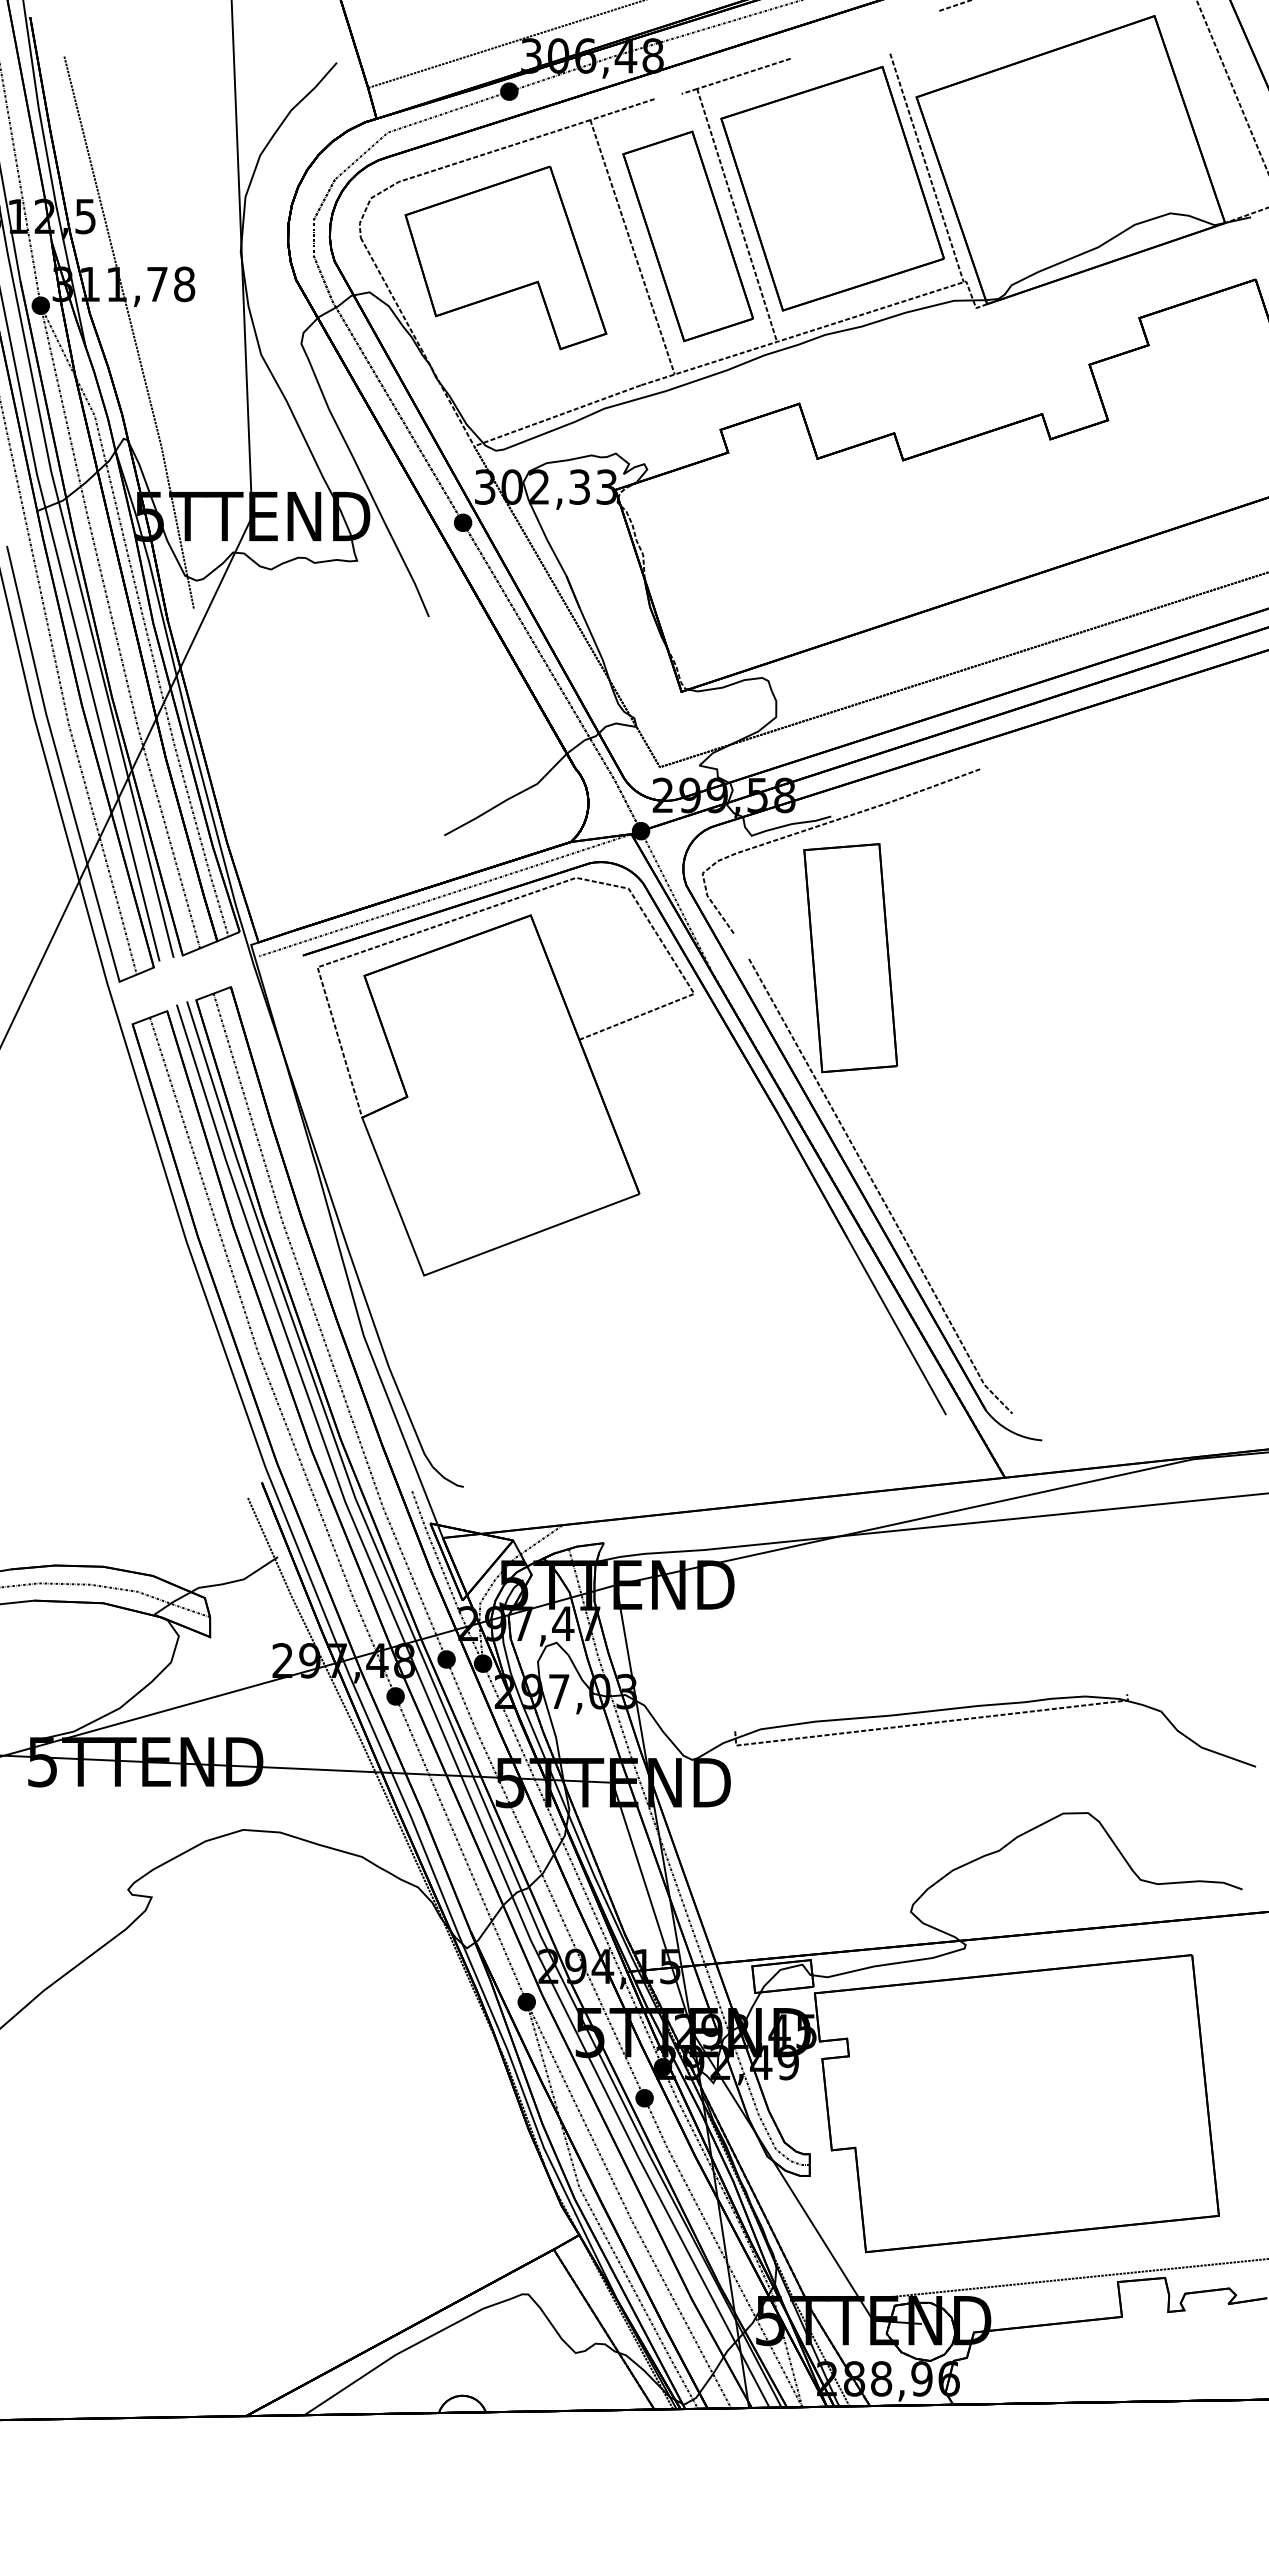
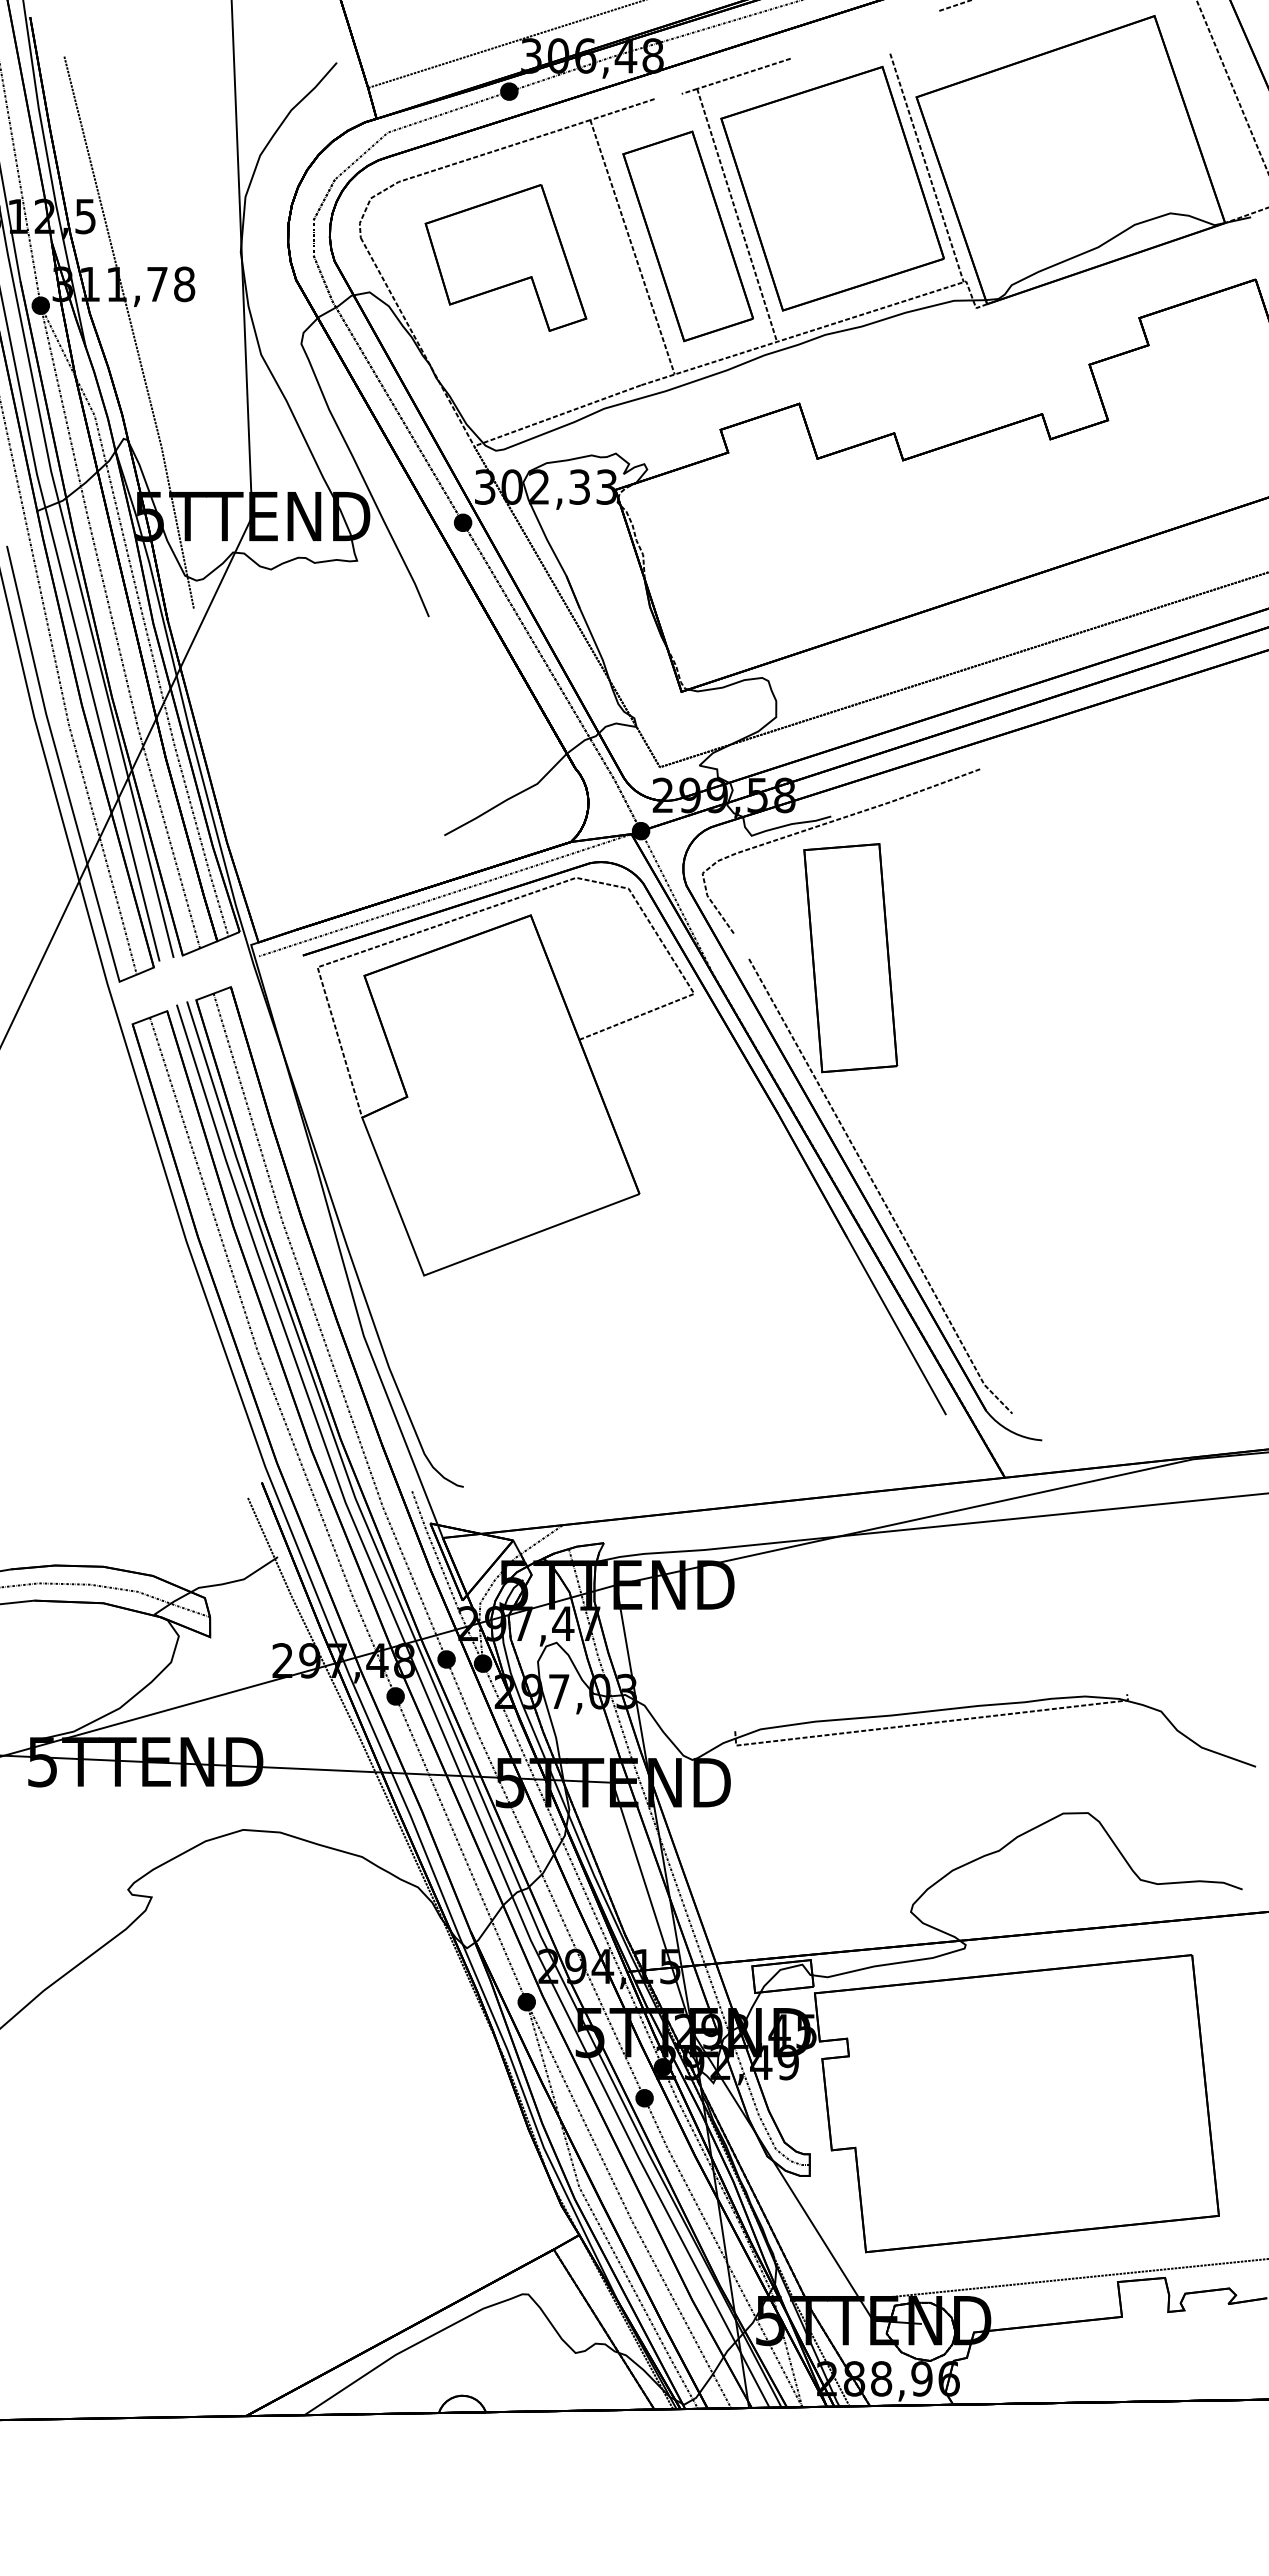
part at (505, 257) size: 204x186 px -> 164x148 px
